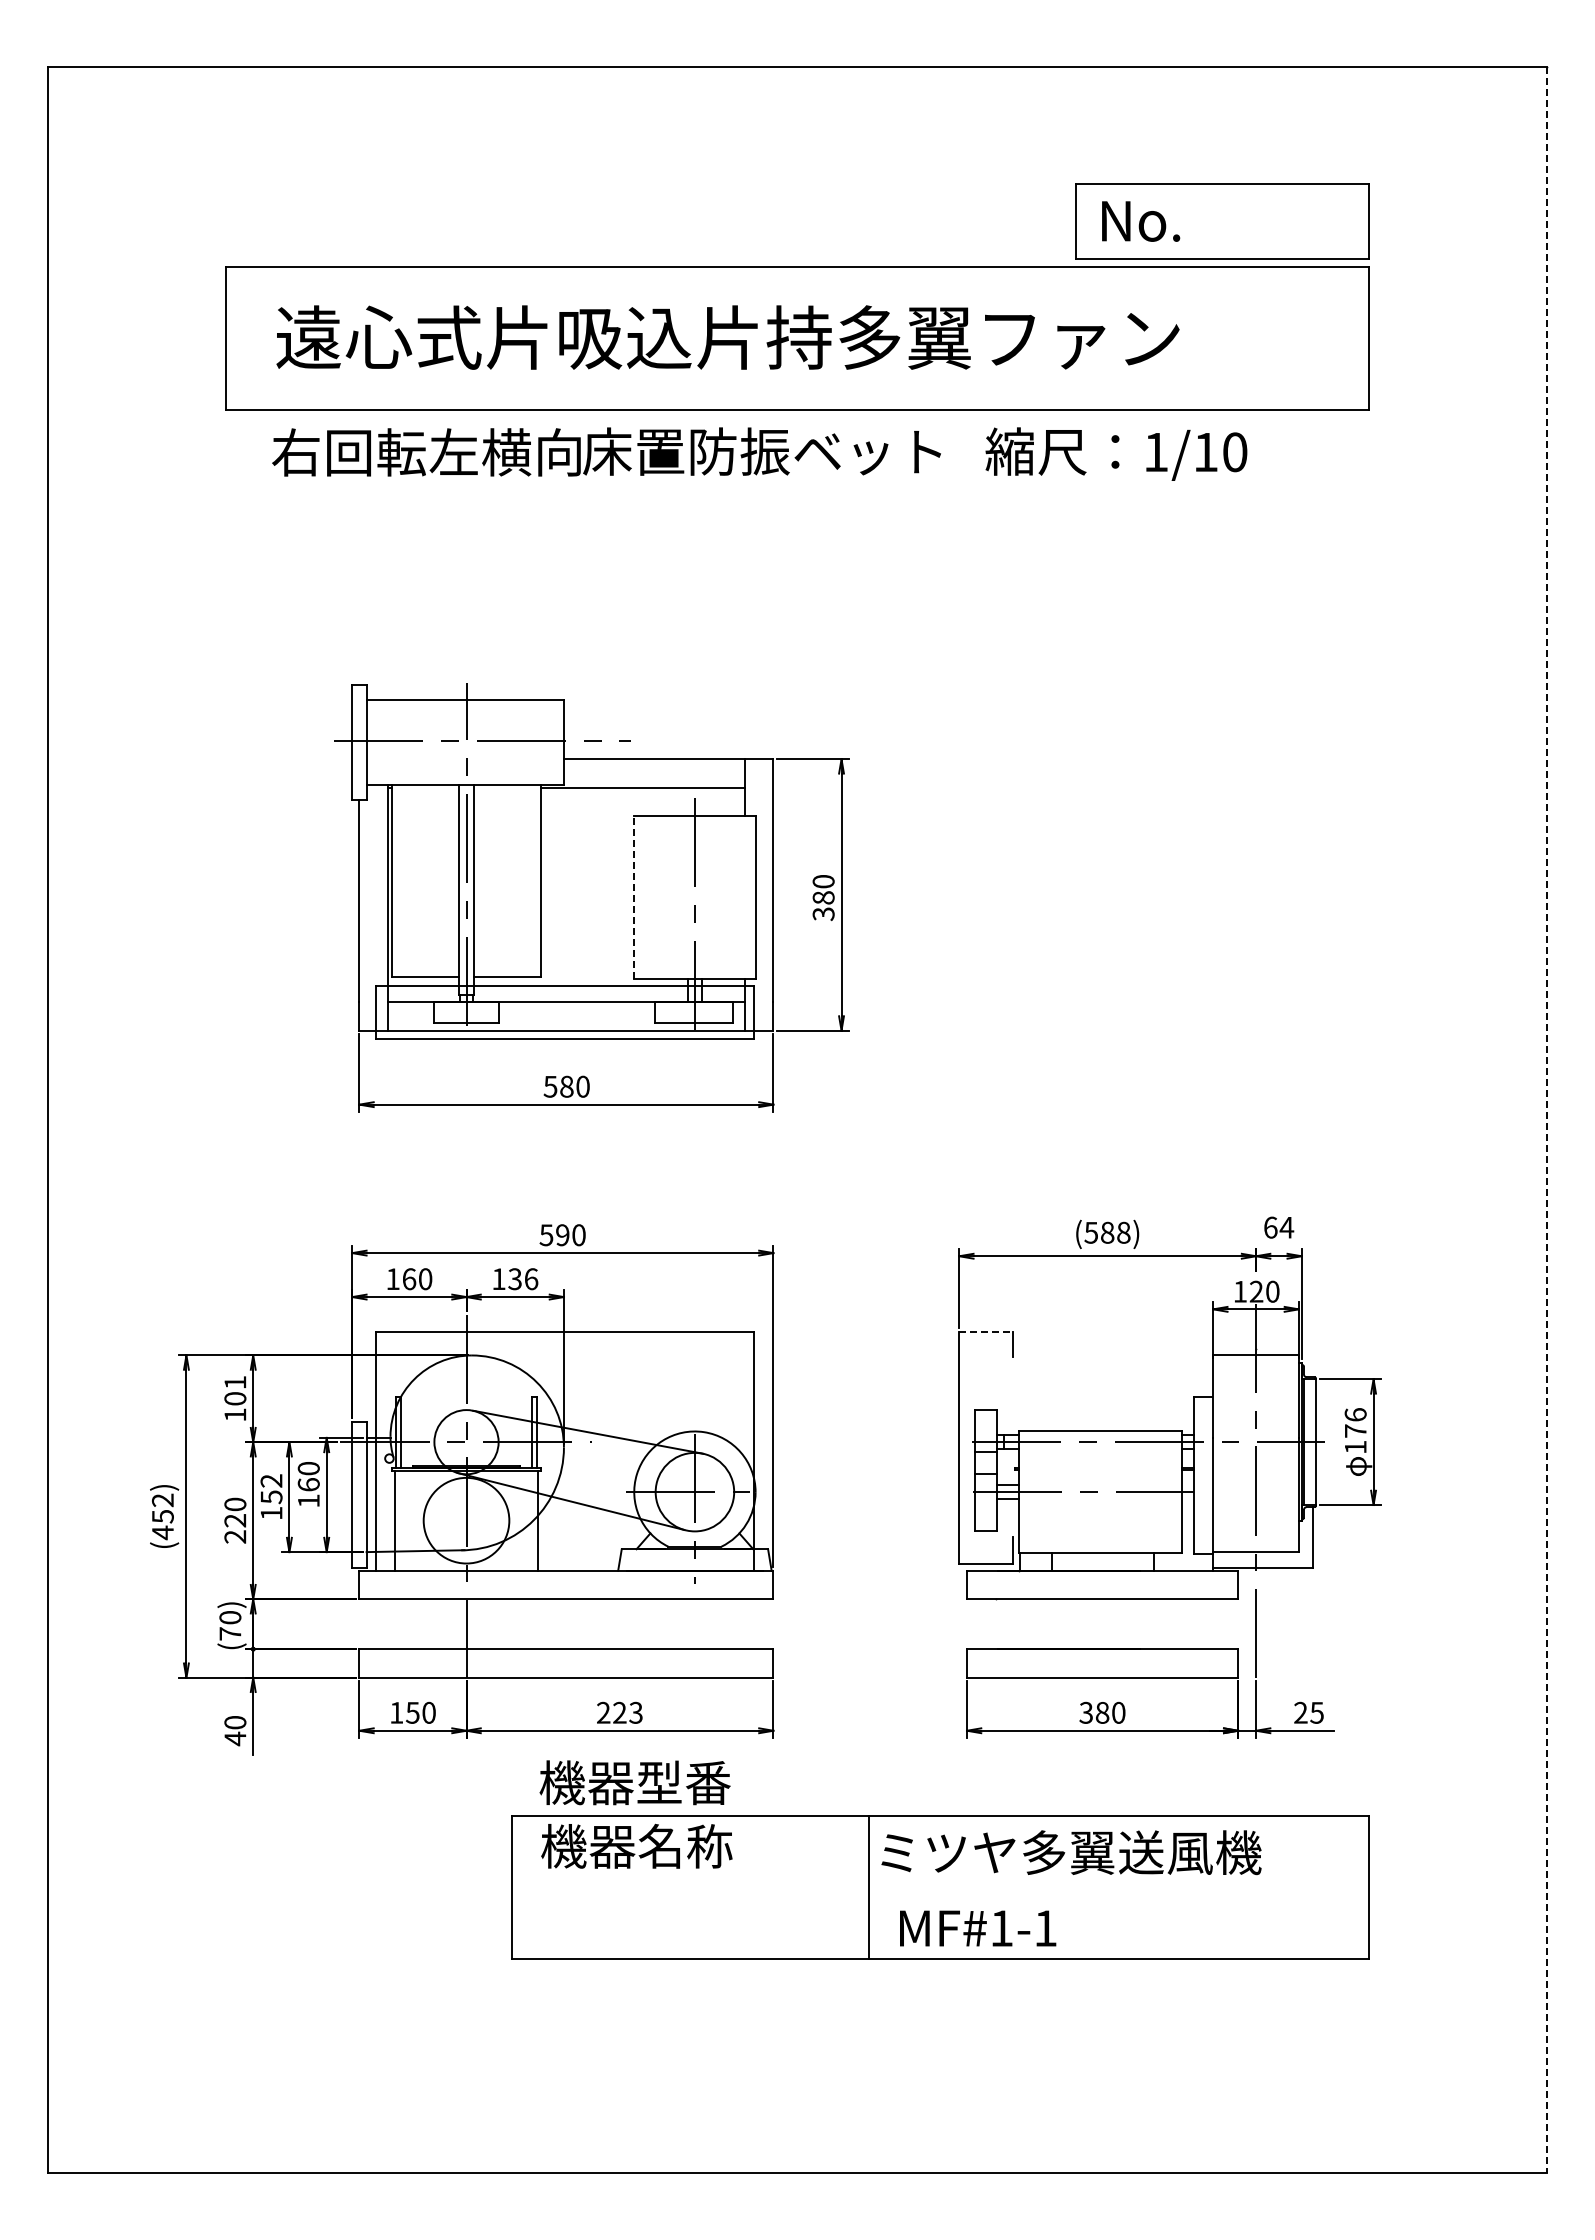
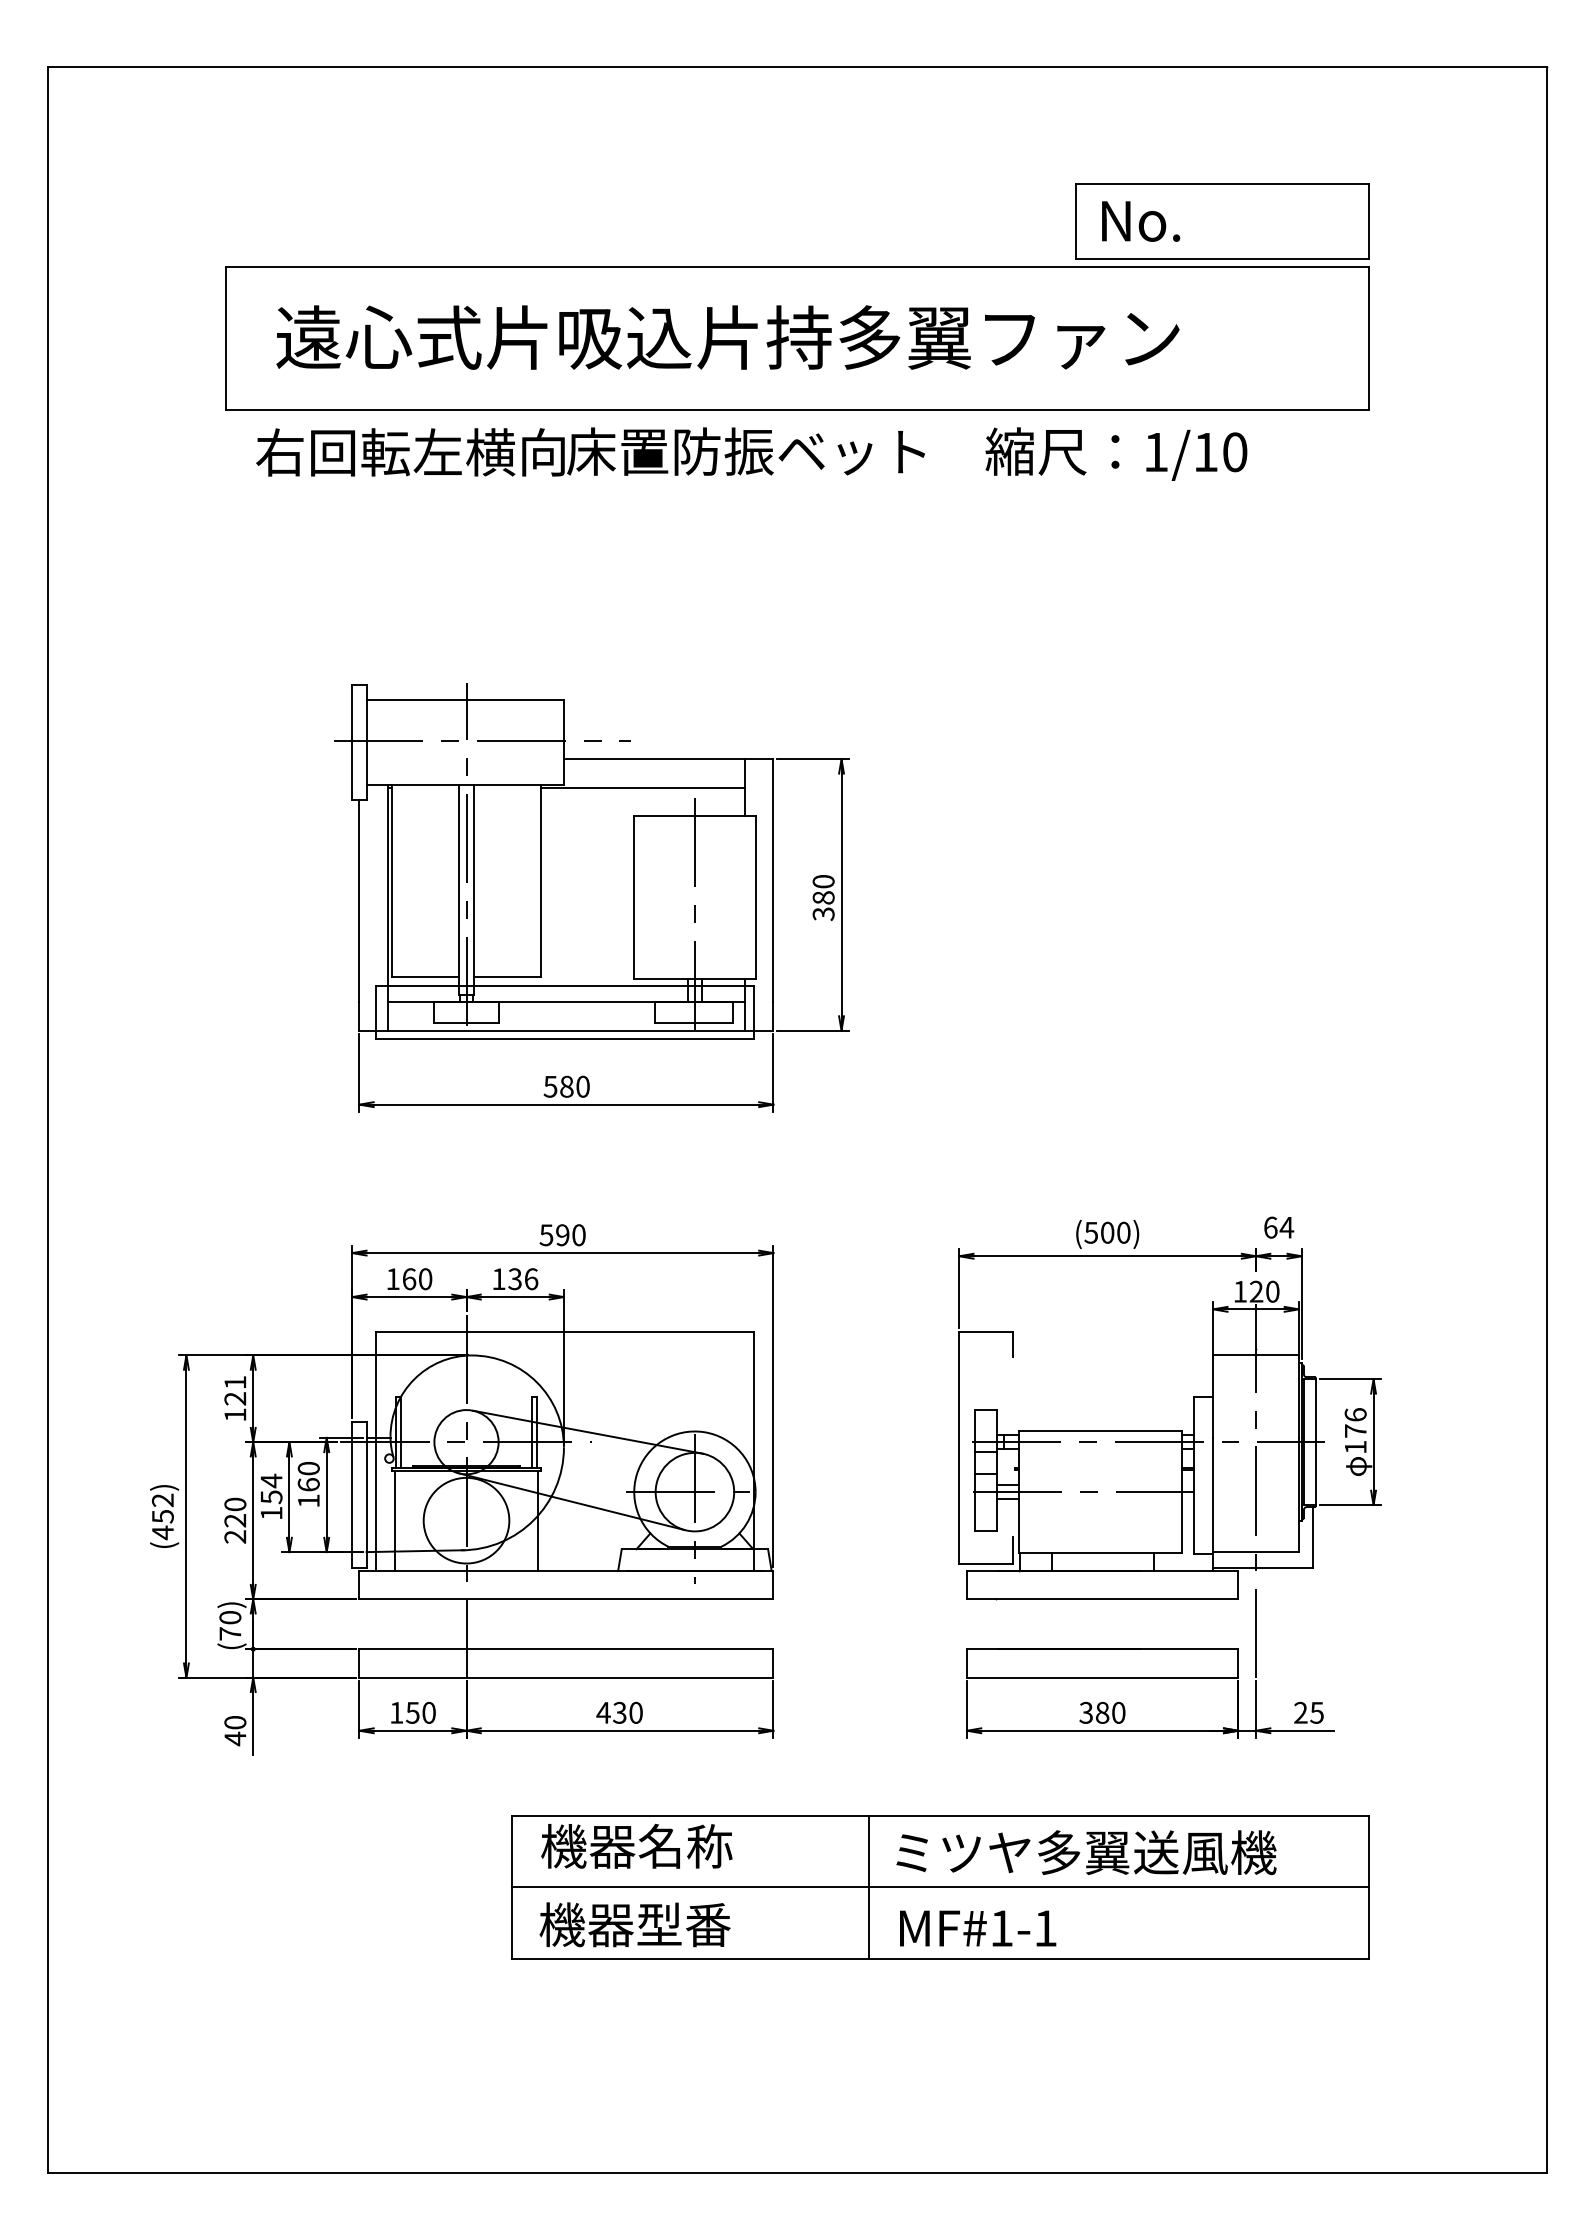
text at (606, 451) position: (606, 451) -> (590, 451)
line at (634, 897): dashed -> solid
line at (1546, 1119): dashed -> solid
text at (1115, 1232): (588) -> (500)
line at (986, 1331): dashed -> solid
text at (235, 1398): 101 -> 121
text at (271, 1480): 152 -> 154
text at (619, 1712): 223 -> 430
text at (634, 1782) position: (634, 1782) -> (634, 1924)
text at (1071, 1852) position: (1071, 1852) -> (1086, 1852)
line at (939, 1887): none -> present
